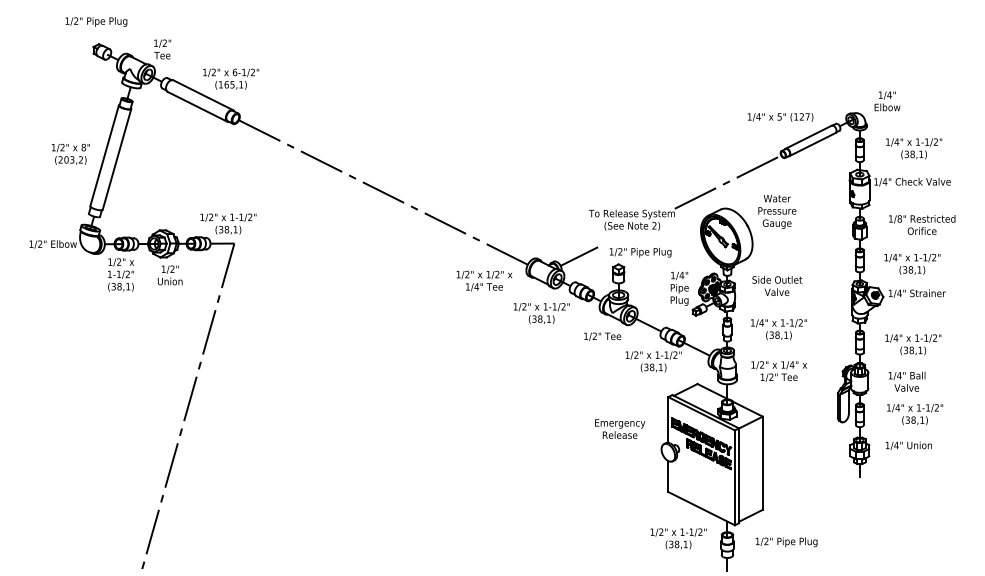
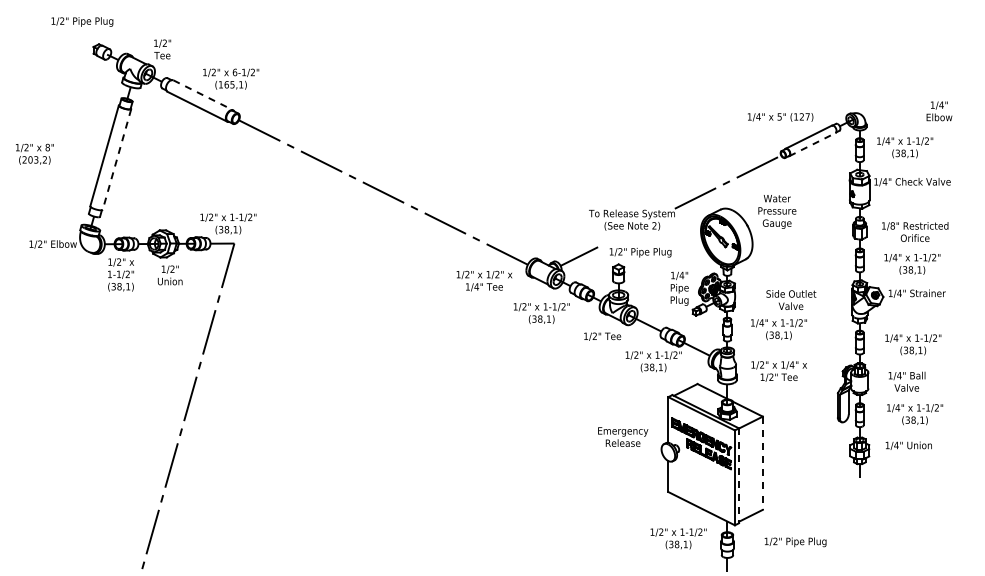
text at (96, 21) position: (96, 21) -> (82, 21)
line at (203, 95): solid -> dashed
text at (887, 101) position: (887, 101) -> (939, 111)
line at (812, 144): solid -> dashed
text at (914, 148) position: (914, 148) -> (905, 147)
text at (70, 153) position: (70, 153) -> (34, 153)
line at (116, 159): solid -> dashed
text at (922, 224) position: (922, 224) -> (915, 231)
text at (777, 285) position: (777, 285) -> (791, 299)
text at (620, 428) position: (620, 428) -> (623, 436)
line at (762, 463): solid -> dashed
line at (739, 476): solid -> dashed
text at (786, 542) position: (786, 542) -> (795, 542)
